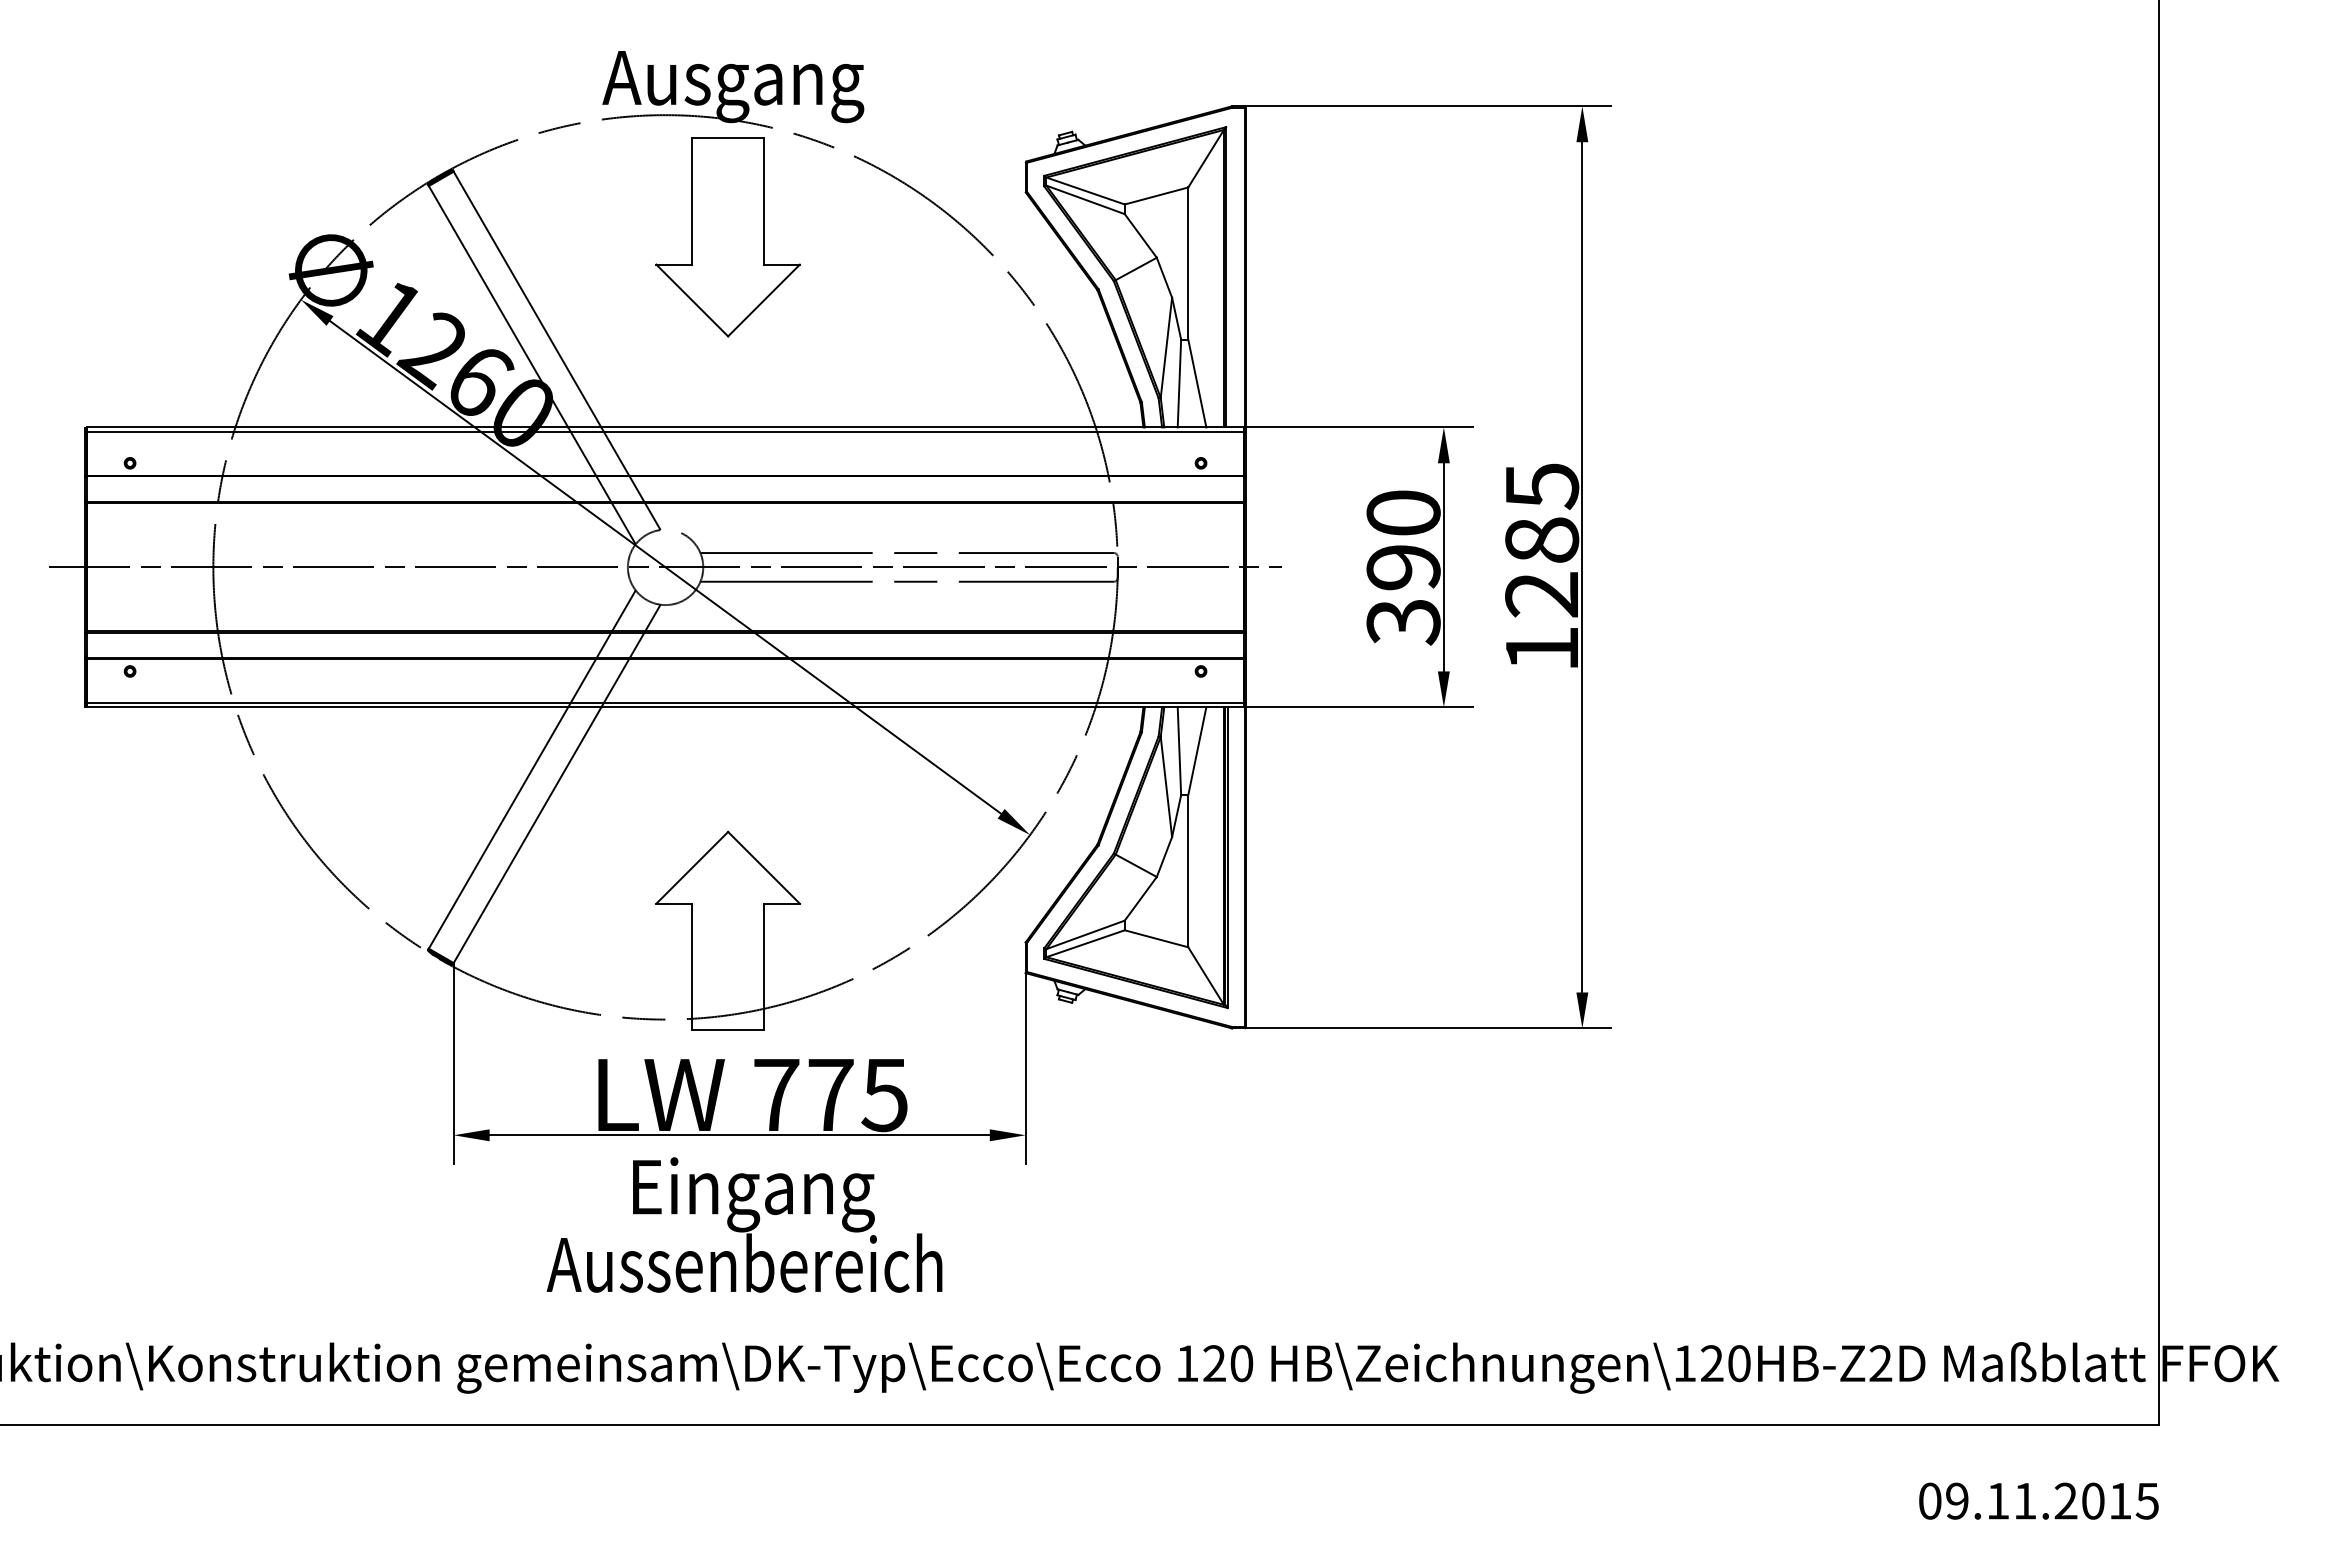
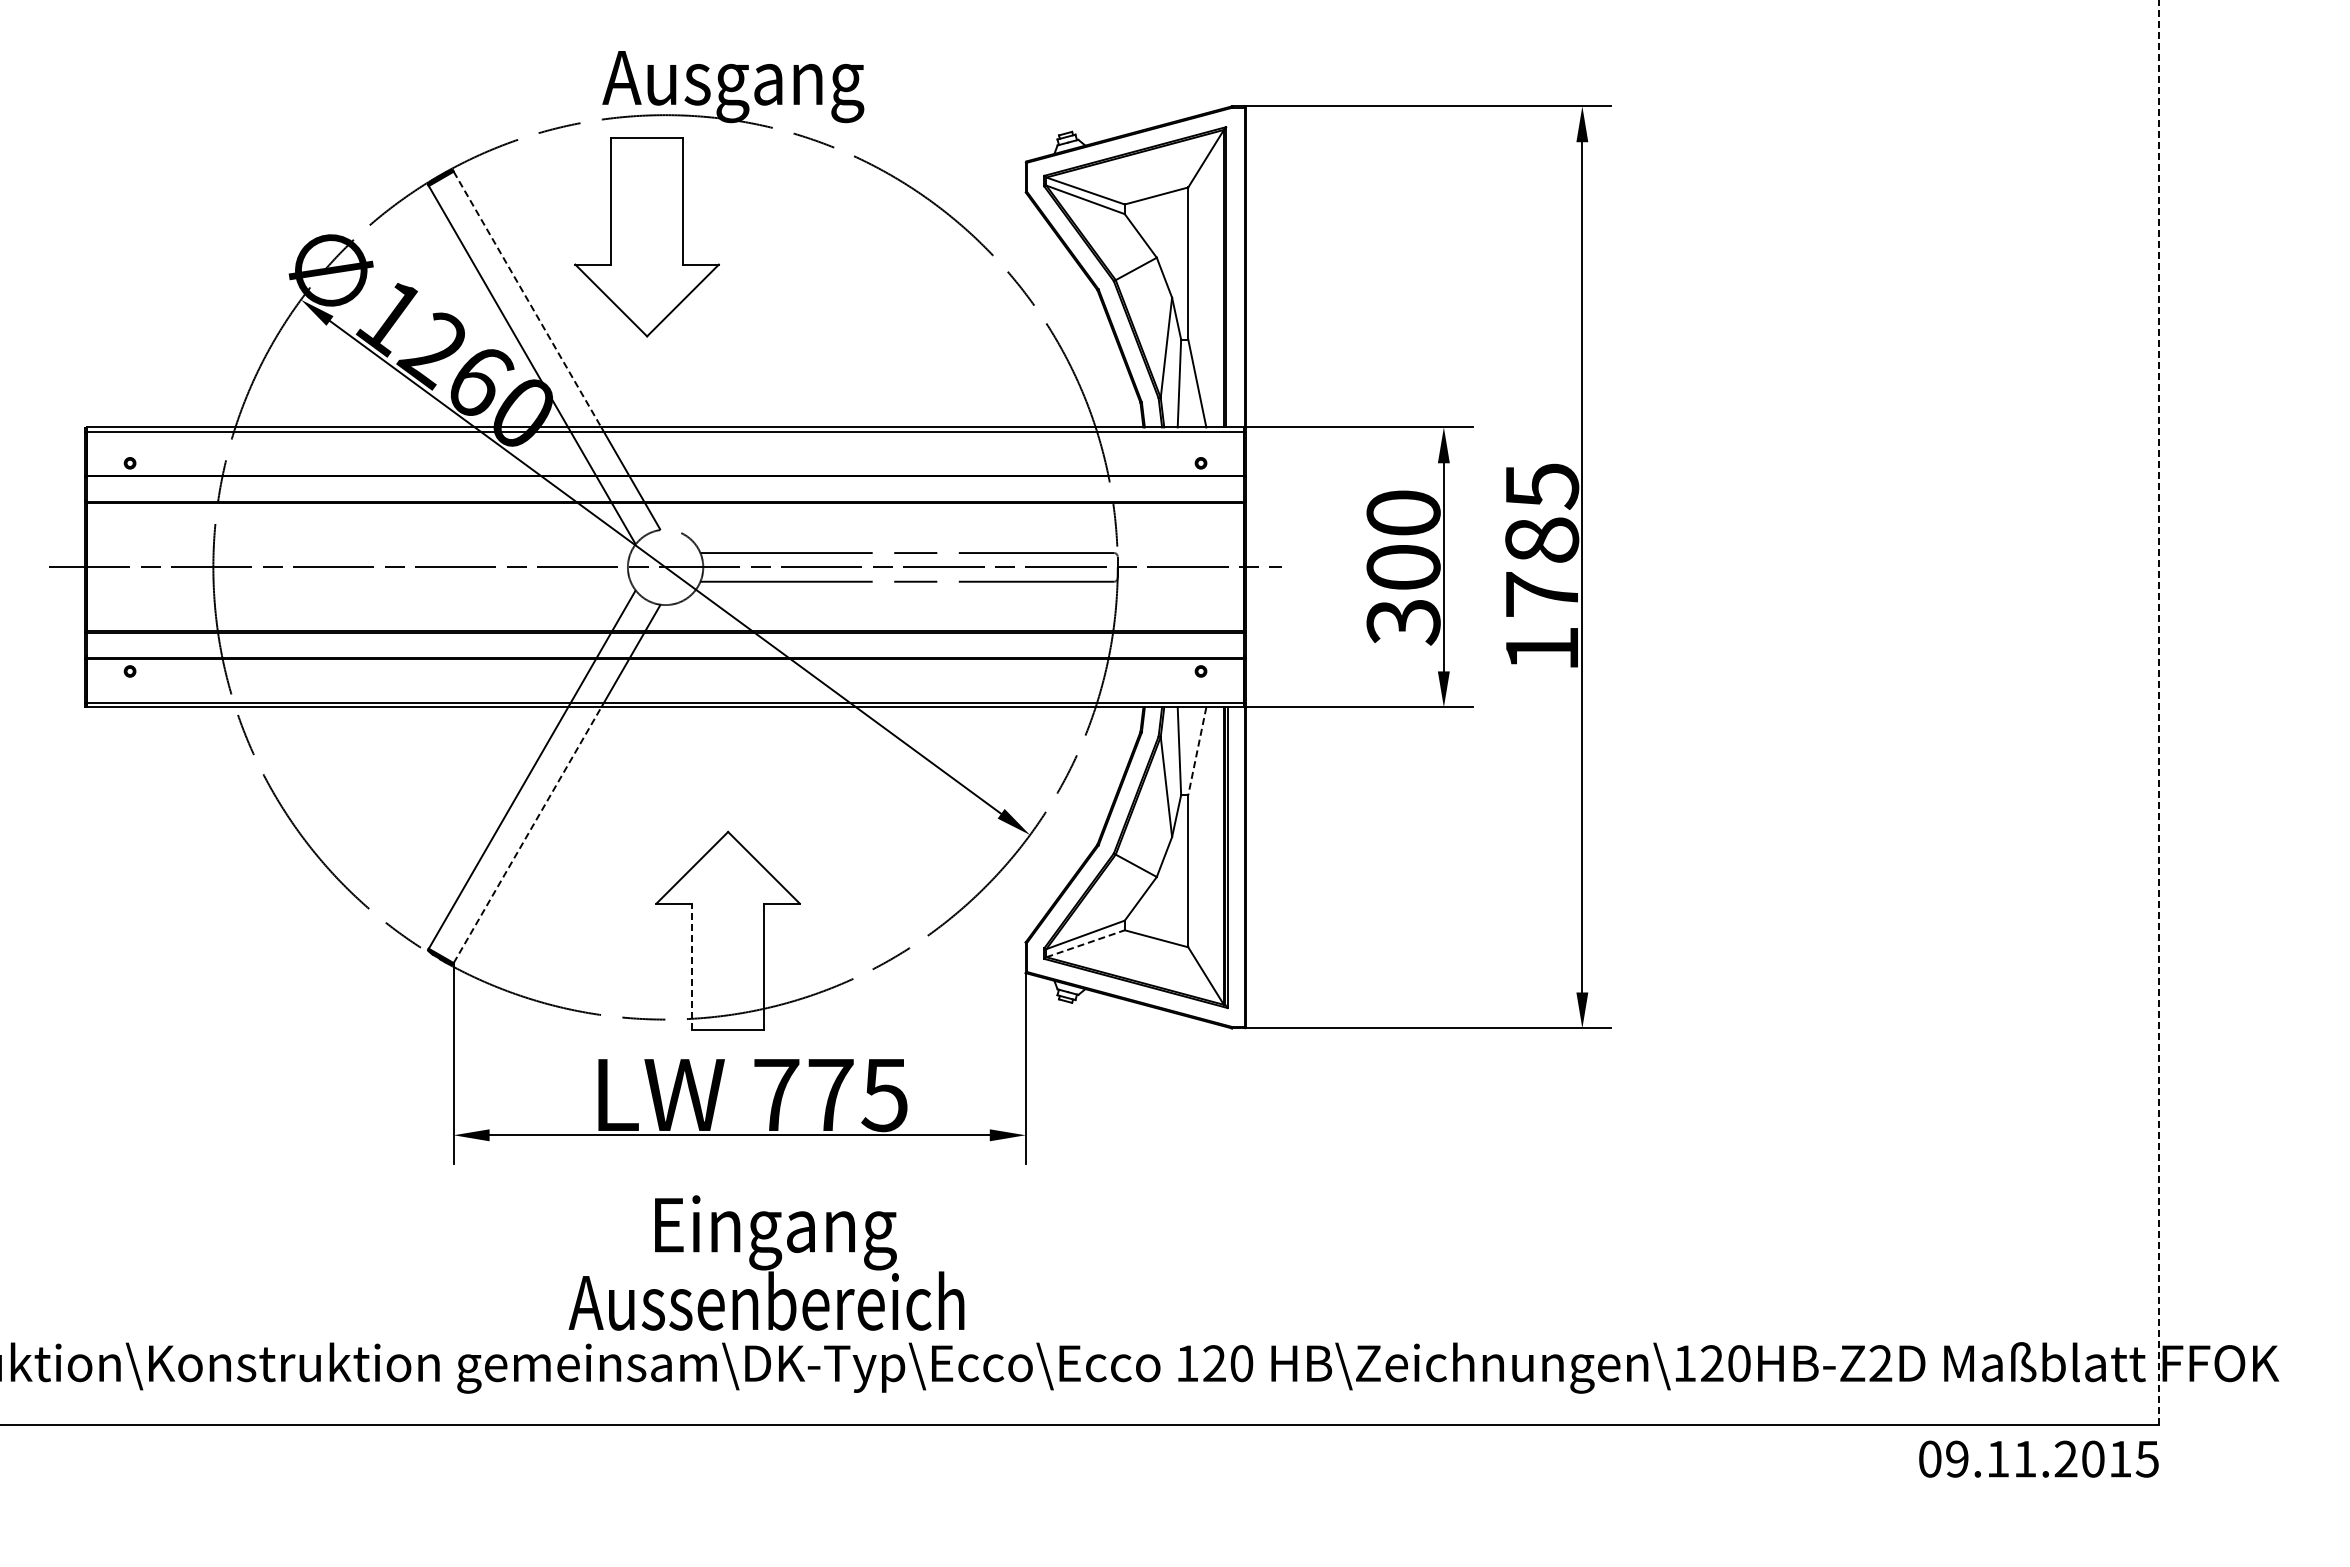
part at (727, 237) position: (727, 237) -> (646, 237)
line at (527, 299): solid -> dashed
text at (1403, 567): 390 -> 300
text at (1541, 594): 1285 -> 1785
line at (2158, 712): solid -> dashed
line at (1197, 751): solid -> dashed
line at (527, 835): solid -> dashed
line at (1086, 943): solid -> dashed
line at (692, 966): solid -> dashed
text at (744, 1224) position: (744, 1224) -> (766, 1262)
text at (2038, 1500) position: (2038, 1500) -> (2038, 1458)
